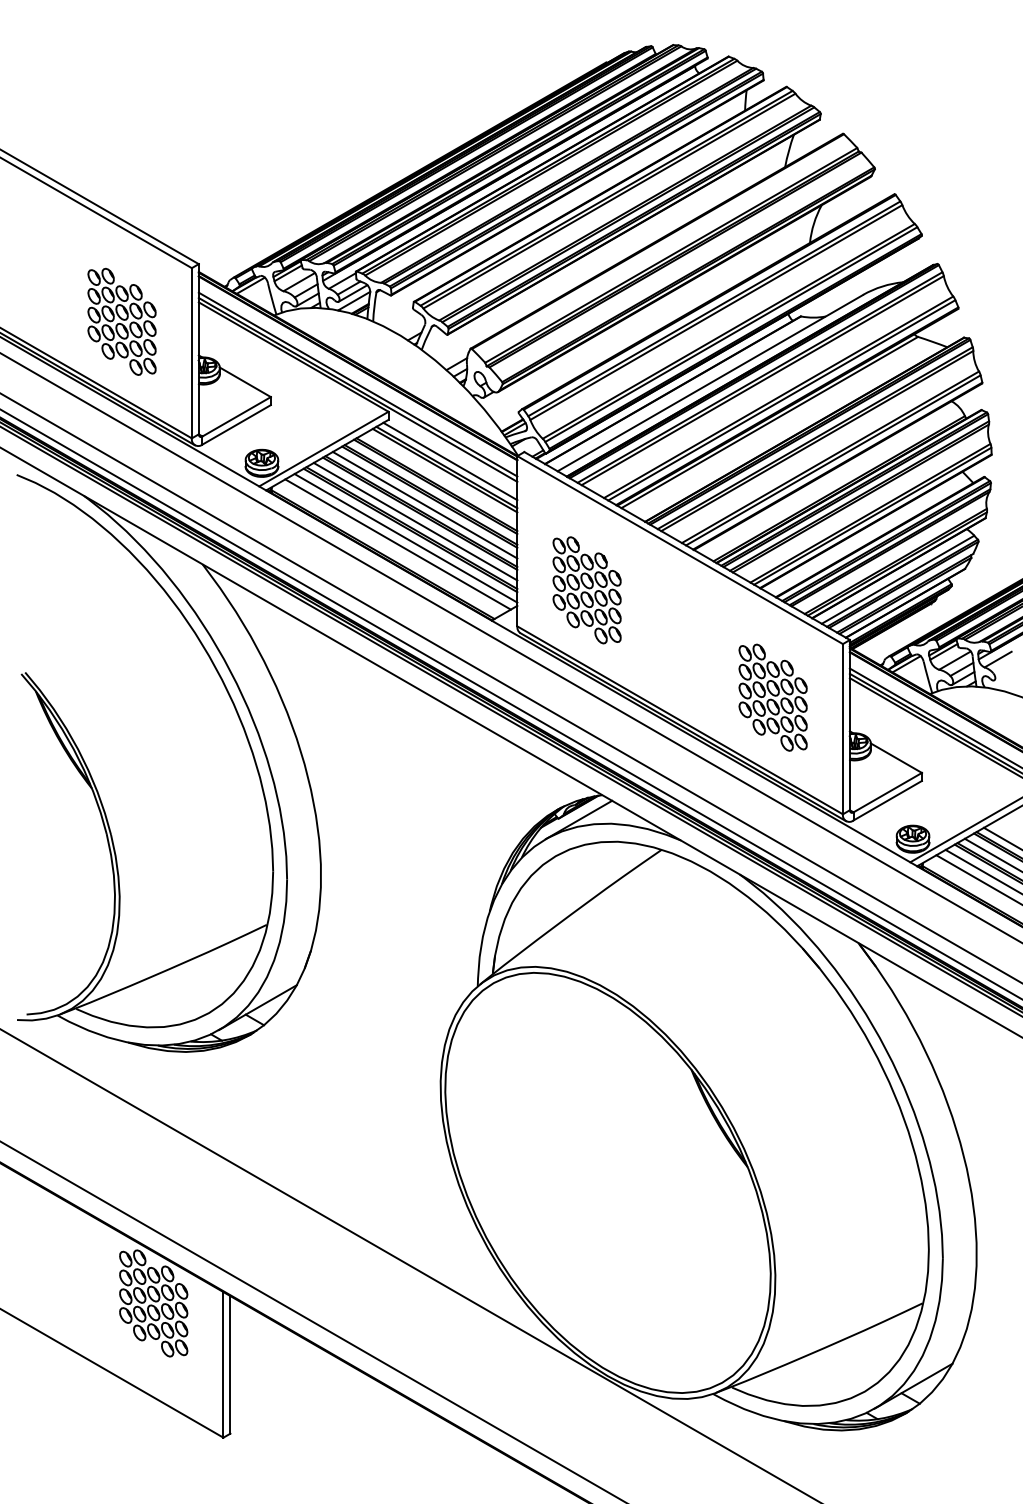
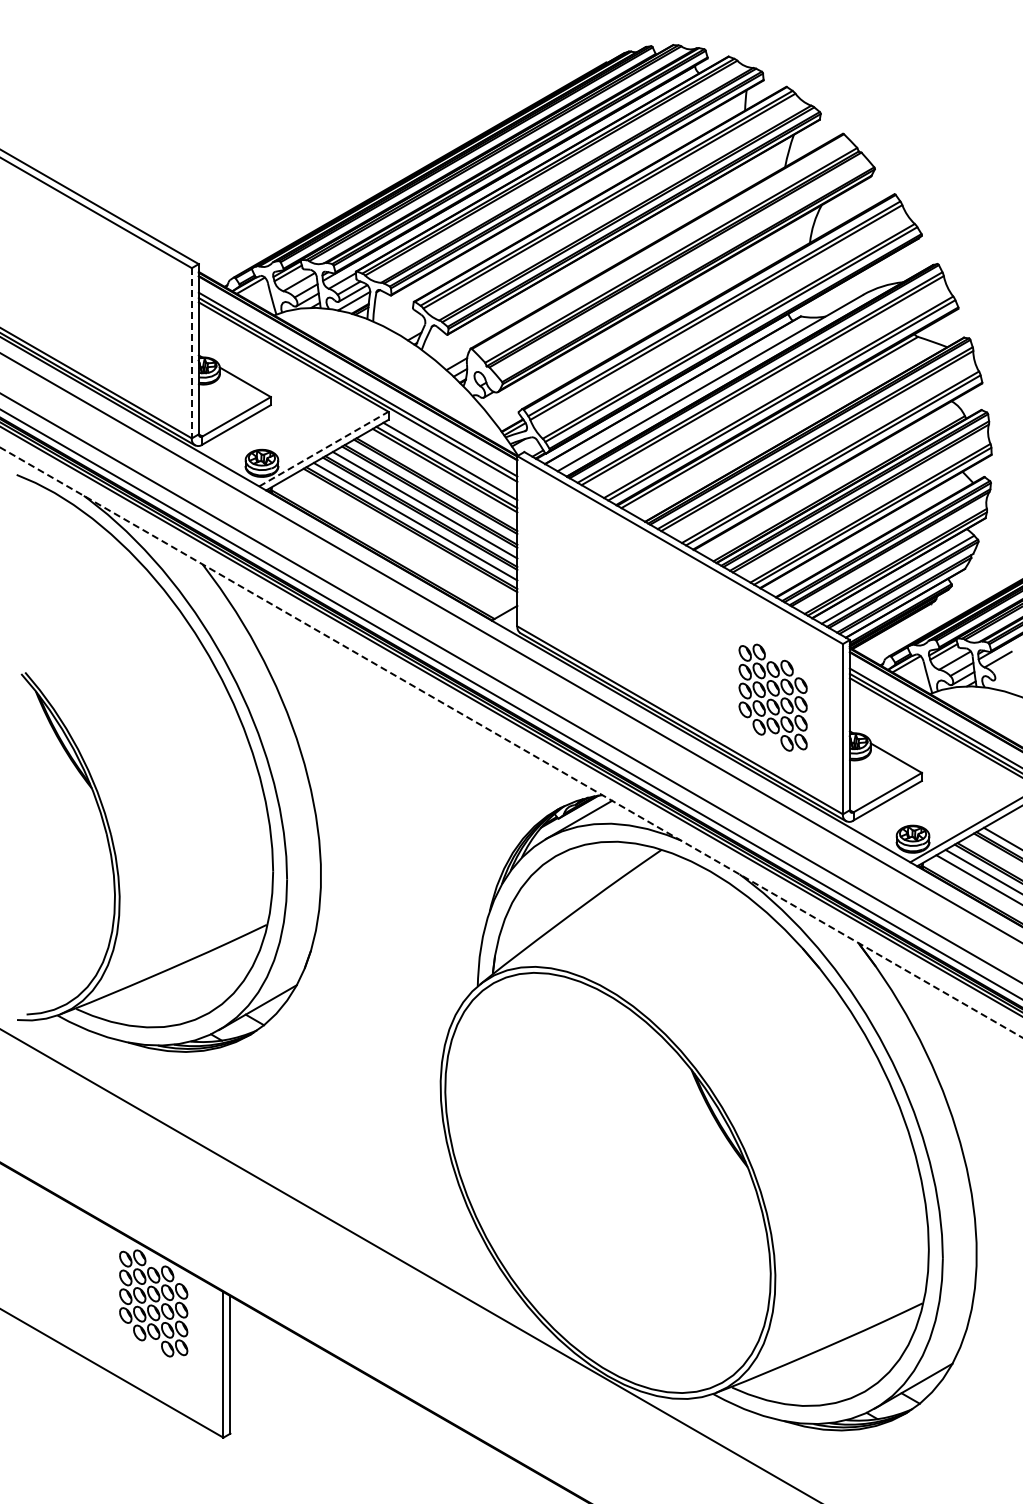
part at (121, 321): present -> none
line at (191, 353): solid -> dashed
line at (323, 449): solid -> dashed
line at (405, 538): present -> none
line at (397, 544): present -> none
part at (586, 590): present -> none
line at (511, 742): solid -> dashed
line at (991, 854): present -> none
line at (312, 1321): present -> none
